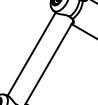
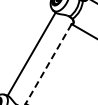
line at (49, 62): solid -> dashed
